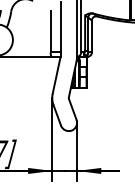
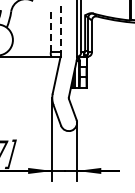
line at (60, 28): solid -> dashed
line at (50, 31): solid -> dashed
